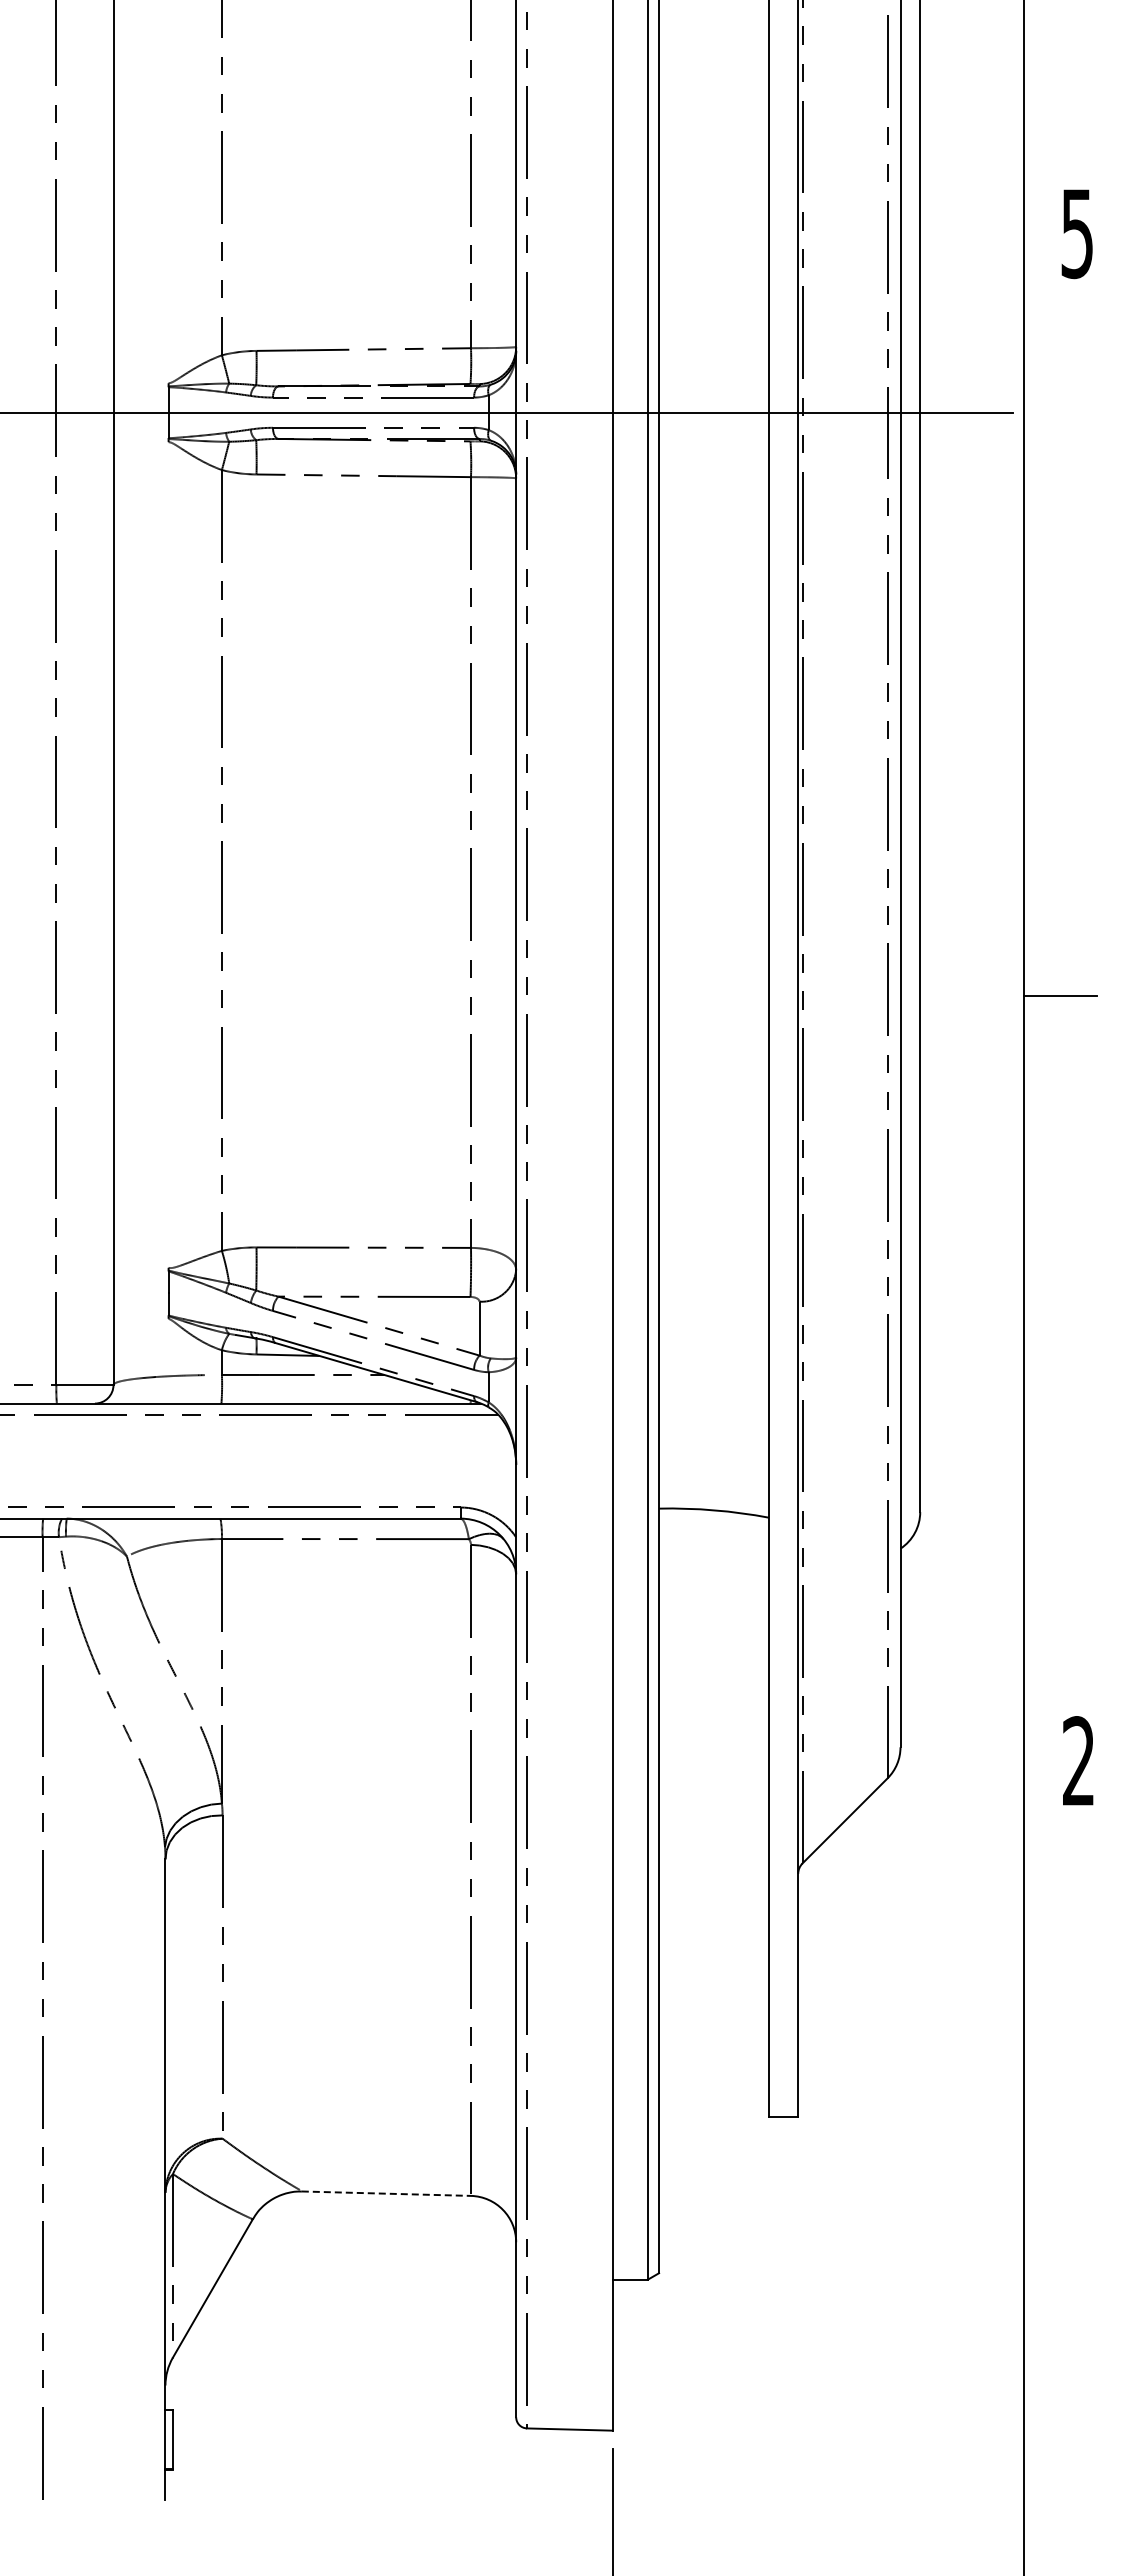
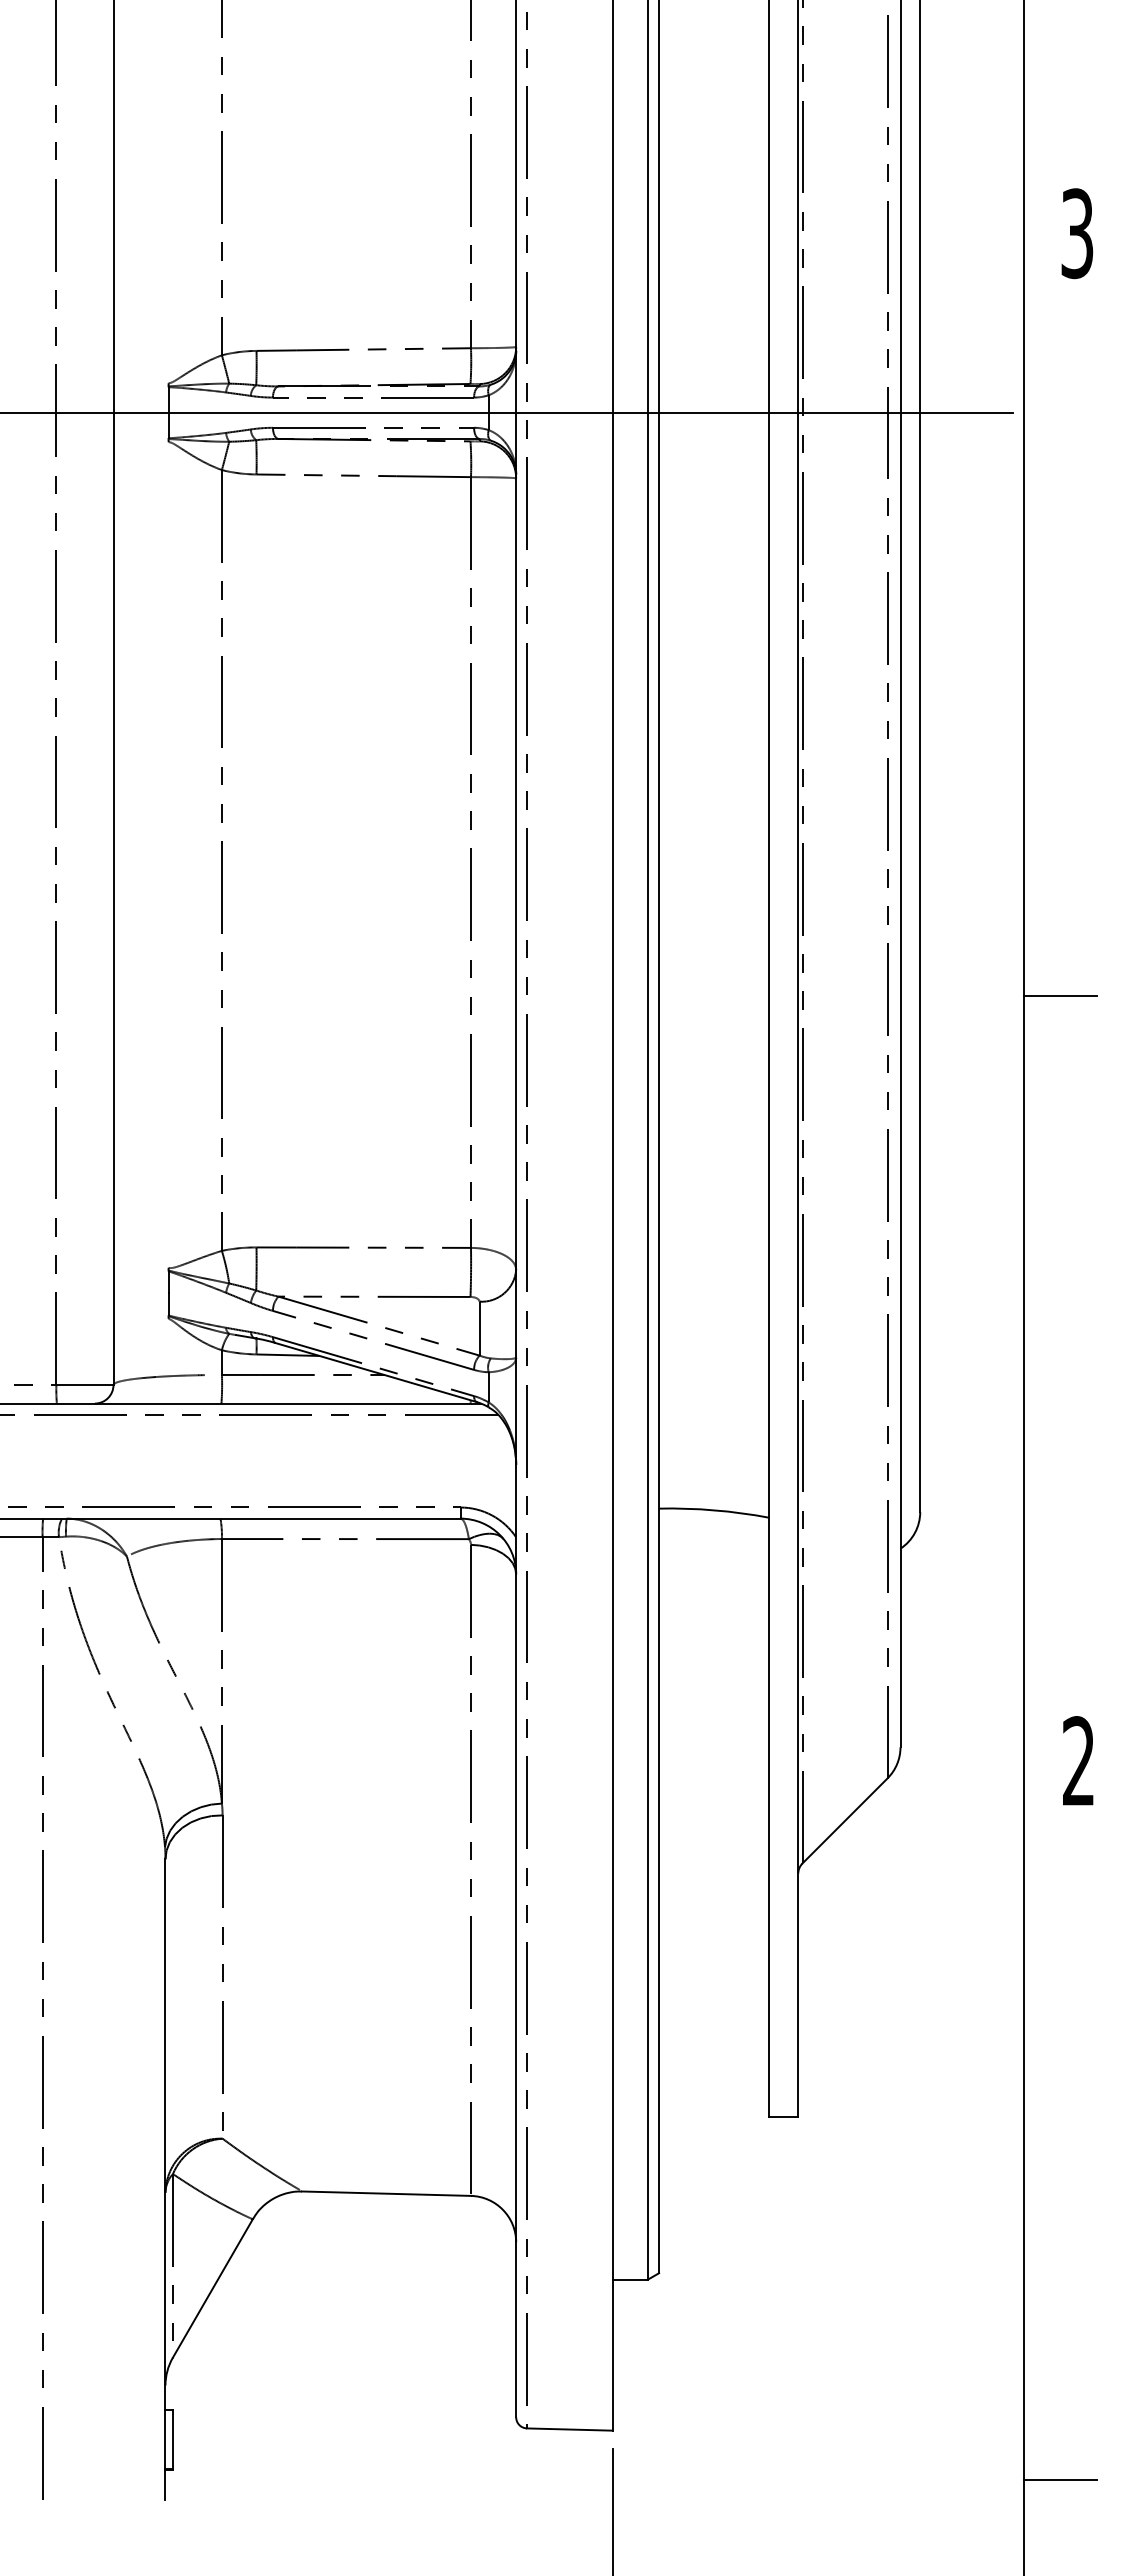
text at (1077, 233): 5 -> 3
line at (386, 2193): dashed -> solid
line at (1059, 2480): none -> present
